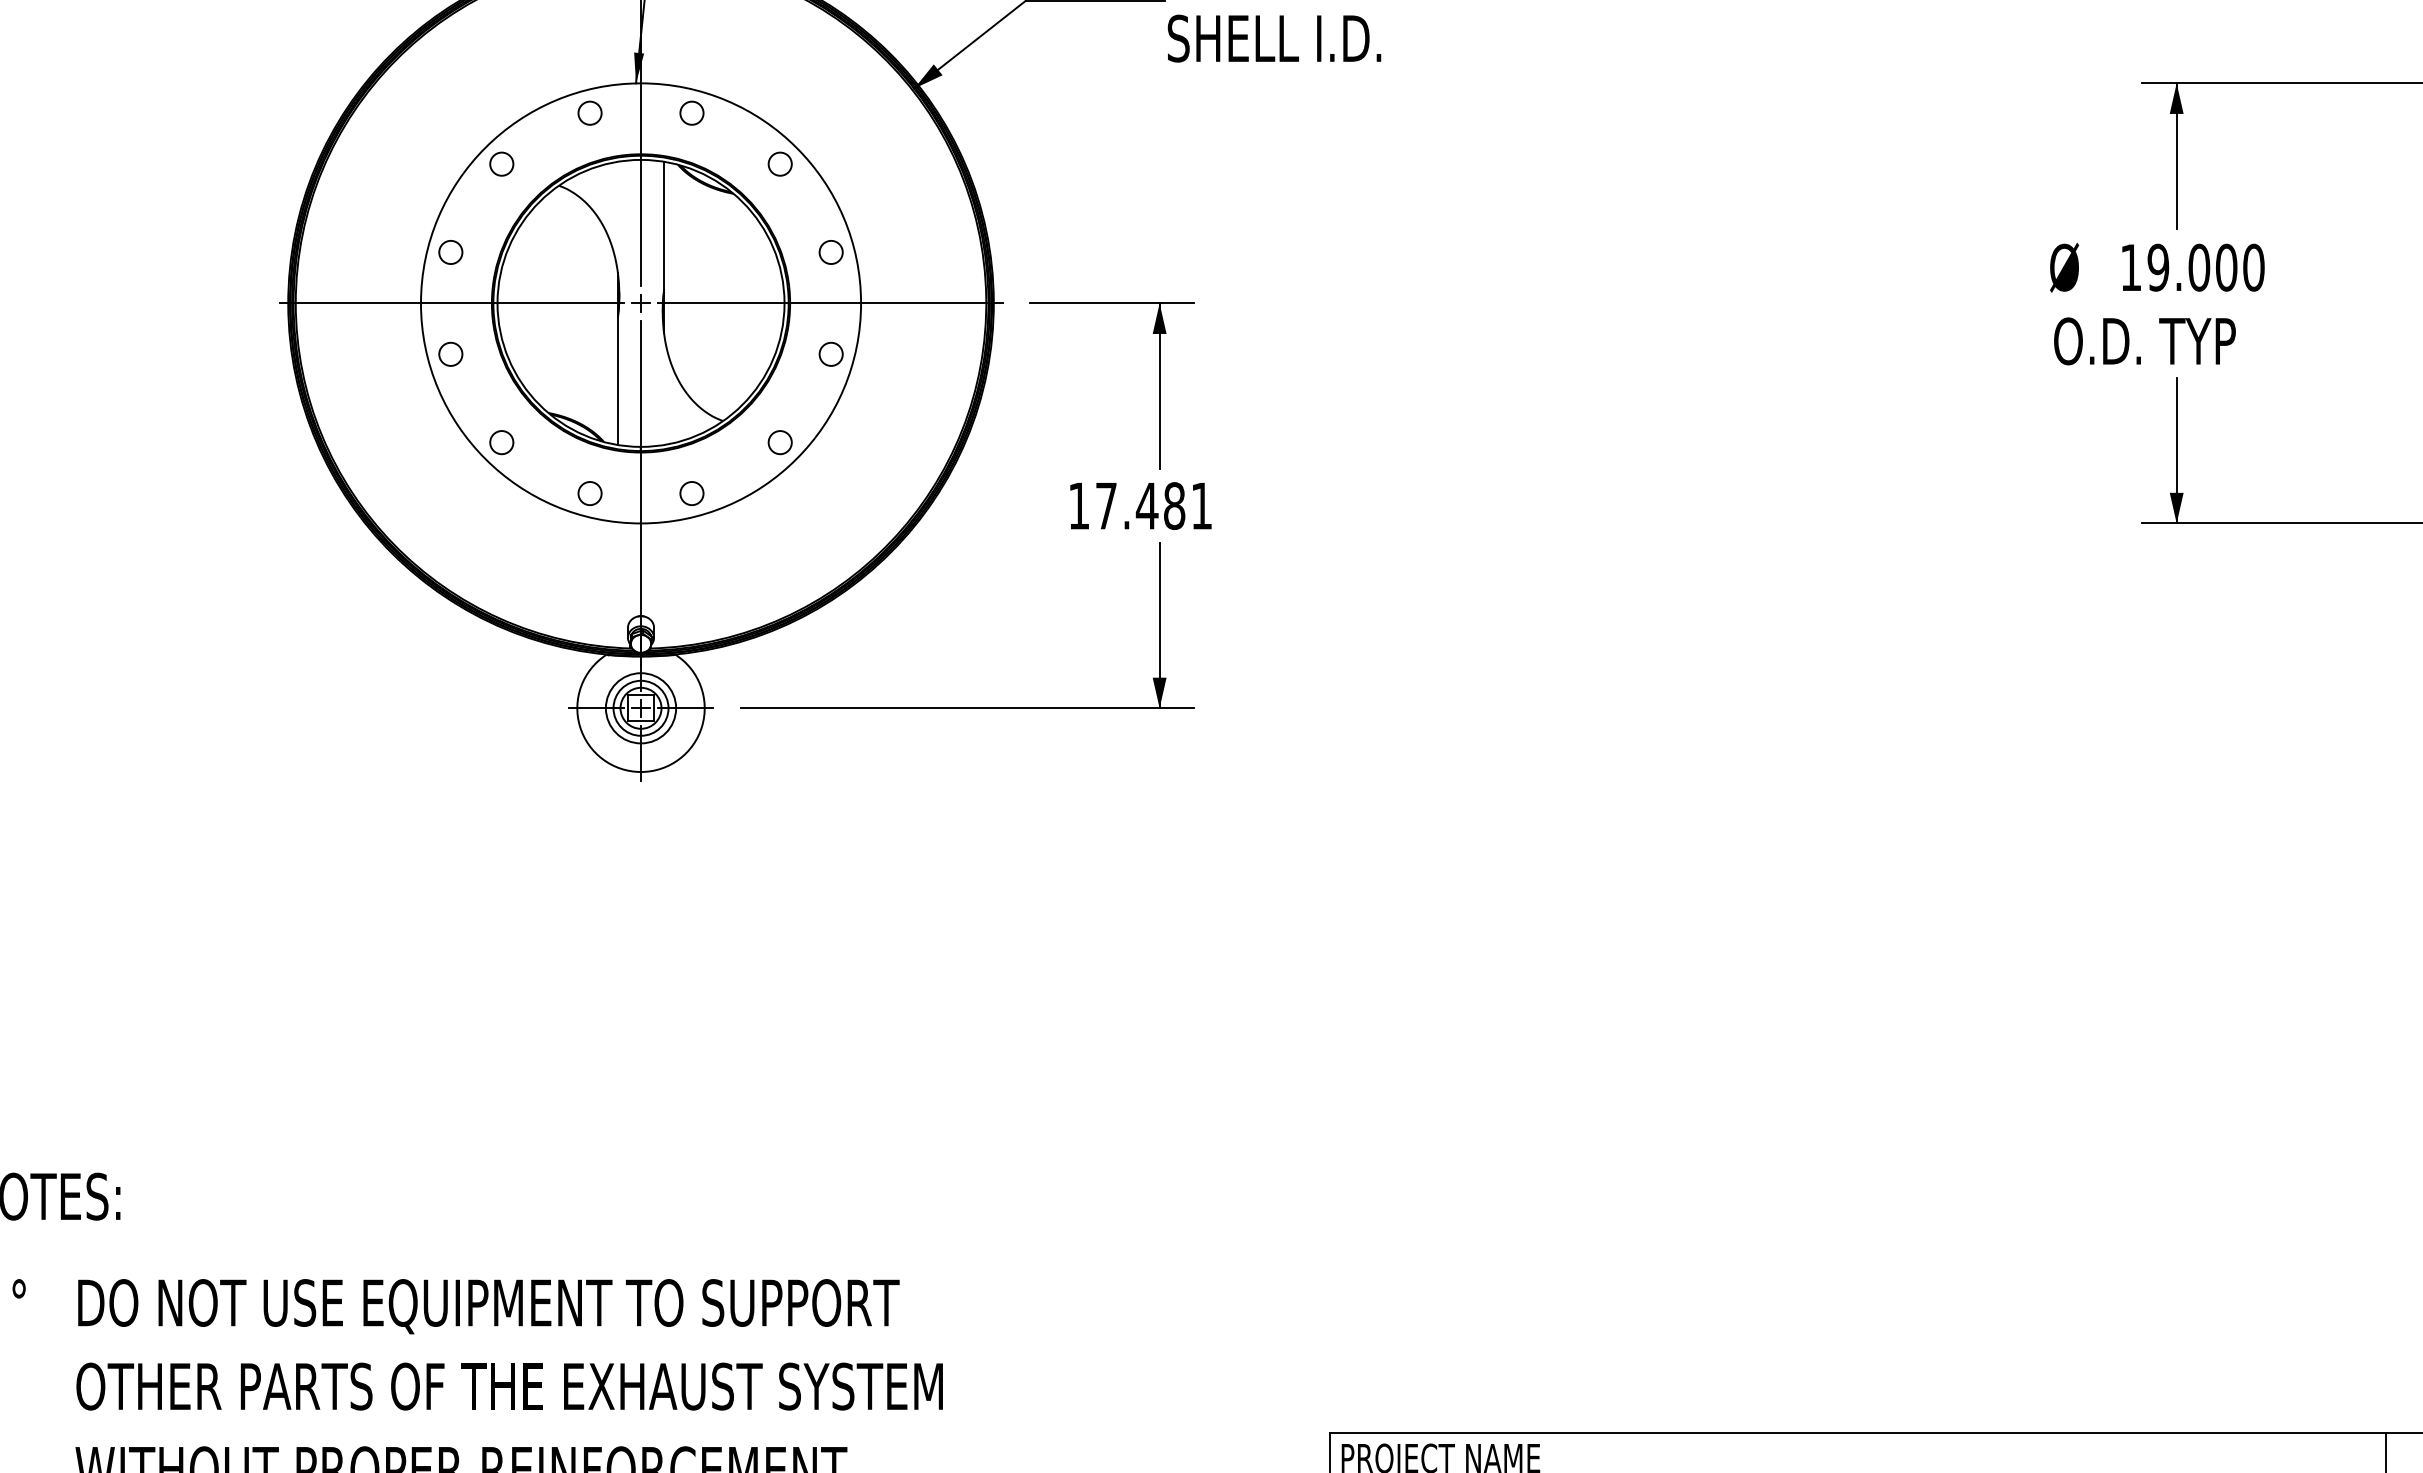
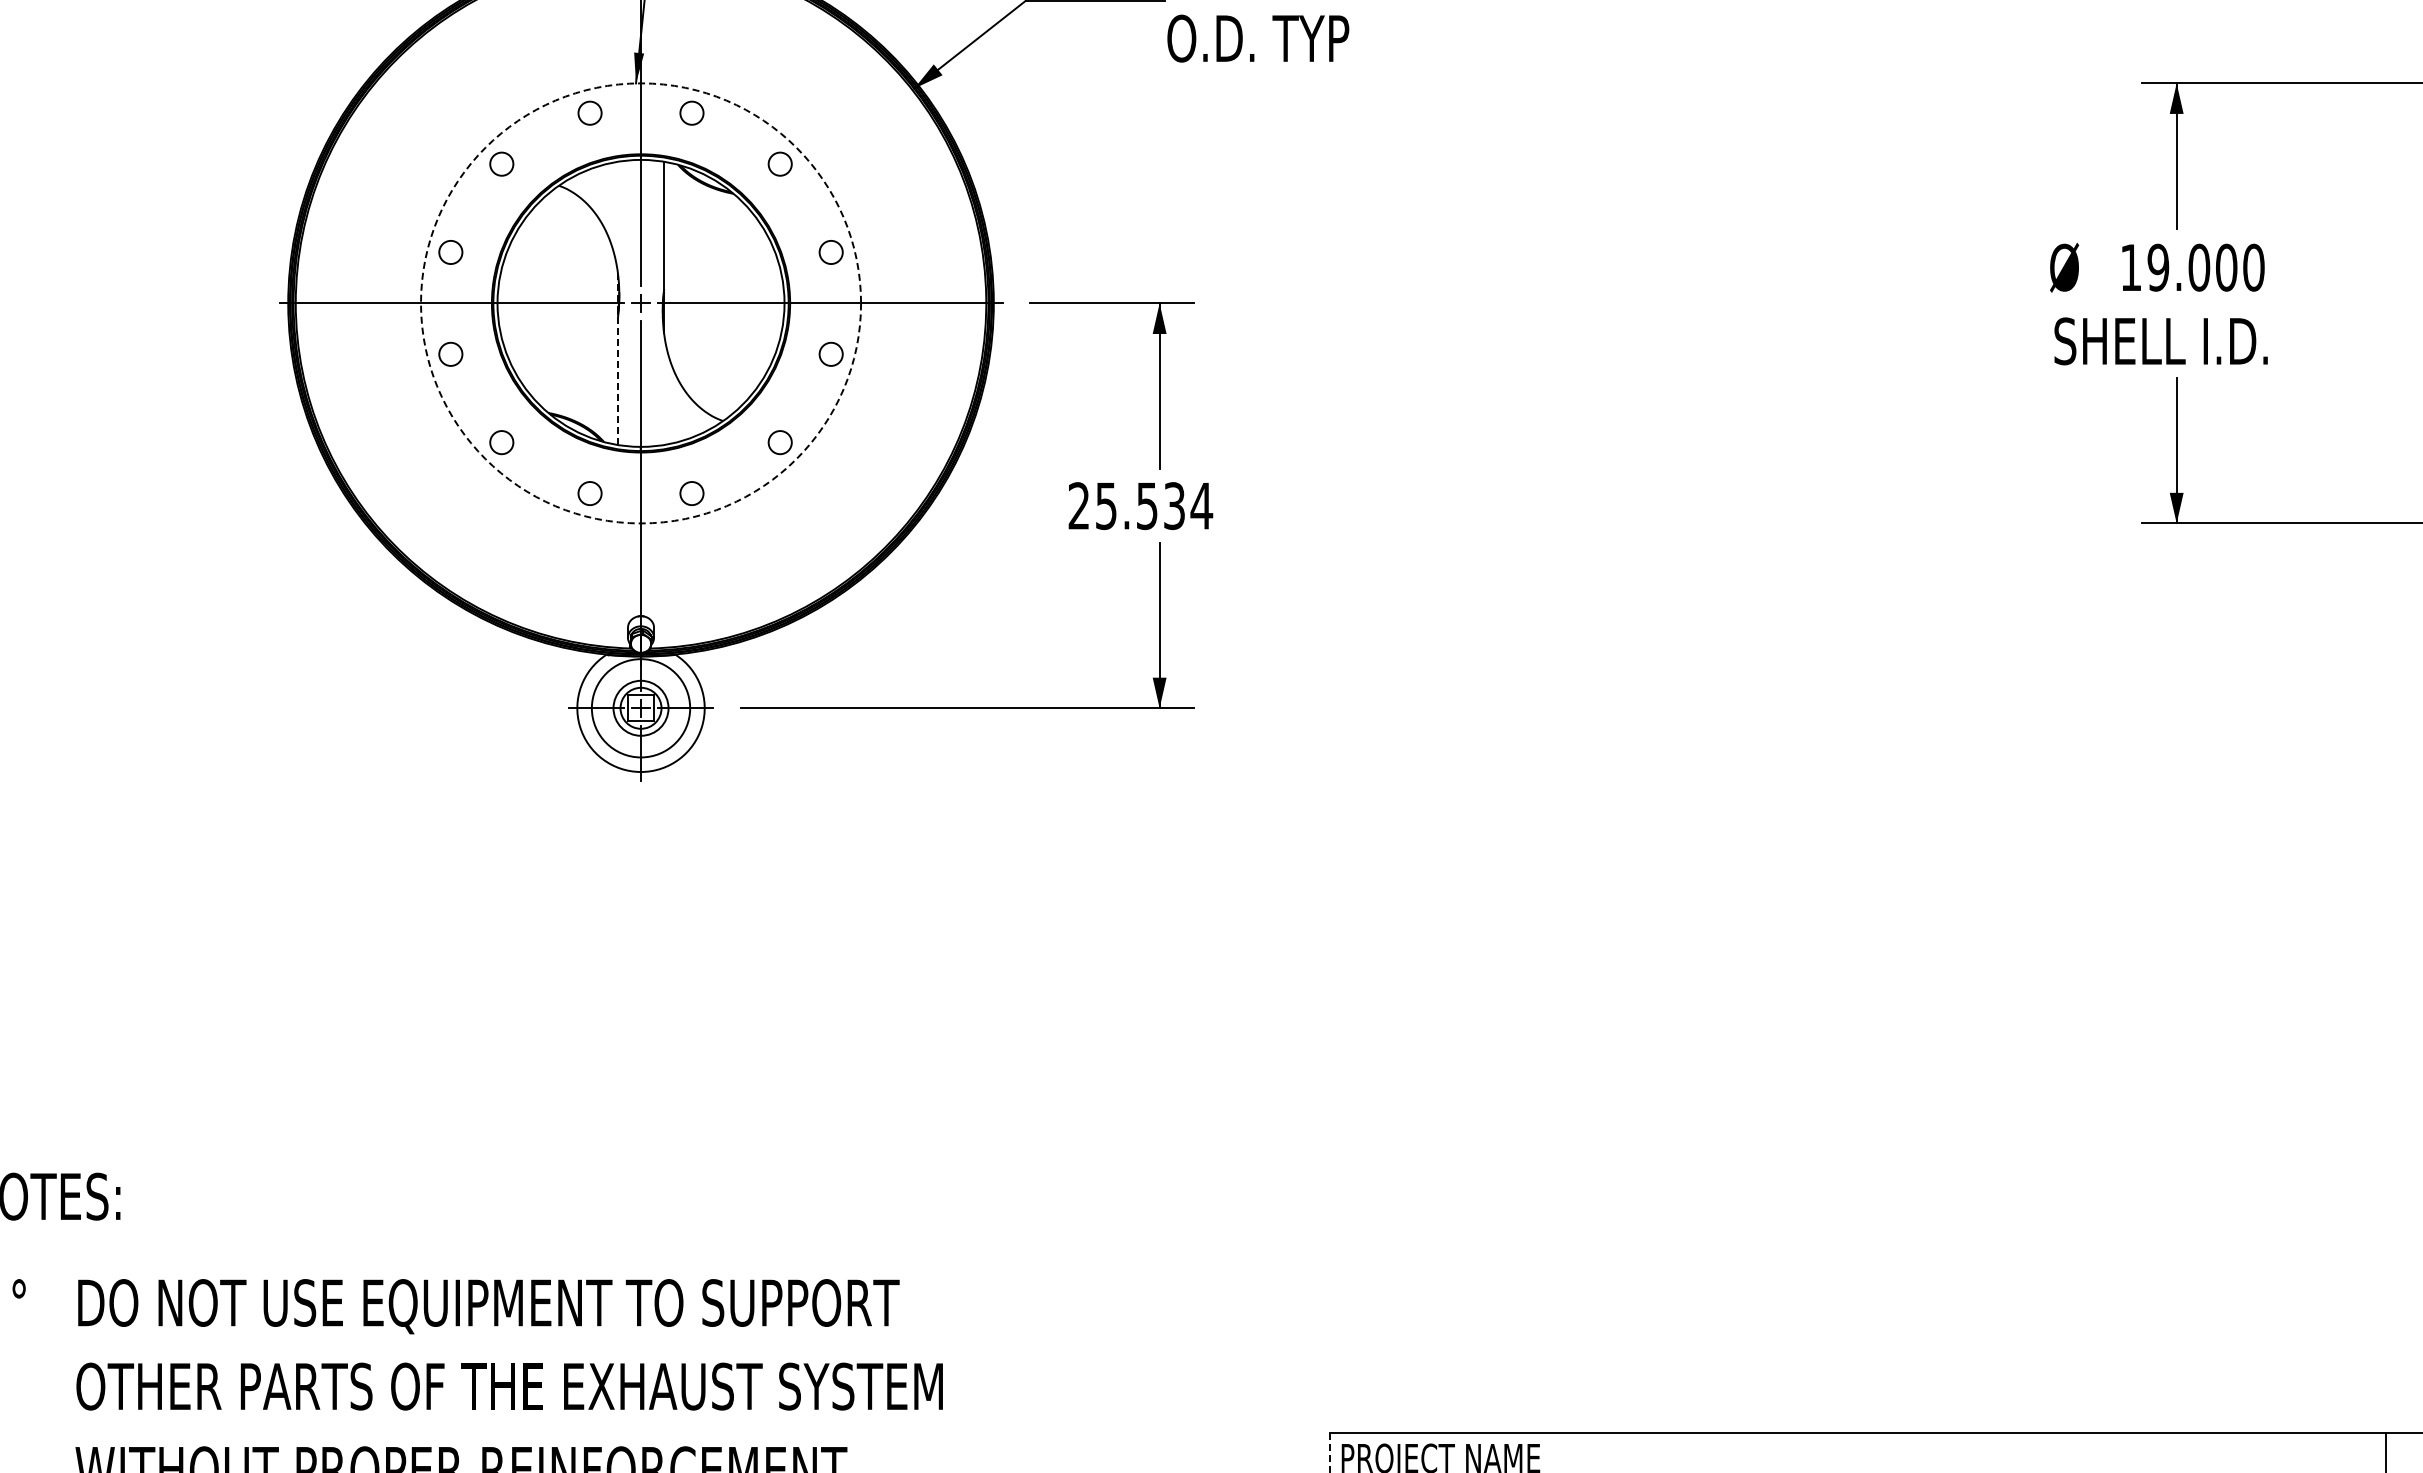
text at (1274, 38): SHELL I.D. -> O.D. TYP
circle at (640, 303): solid -> dashed
text at (2160, 341): O.D. TYP -> SHELL I.D.
line at (617, 359): solid -> dashed
text at (1140, 506): 17.481 -> 25.534
circle at (640, 708) diameter: 70 px -> 98 px
line at (1329, 1453): solid -> dashed
